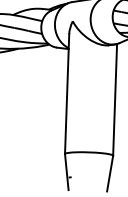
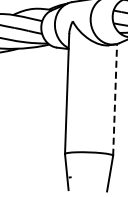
line at (115, 99): solid -> dashed
